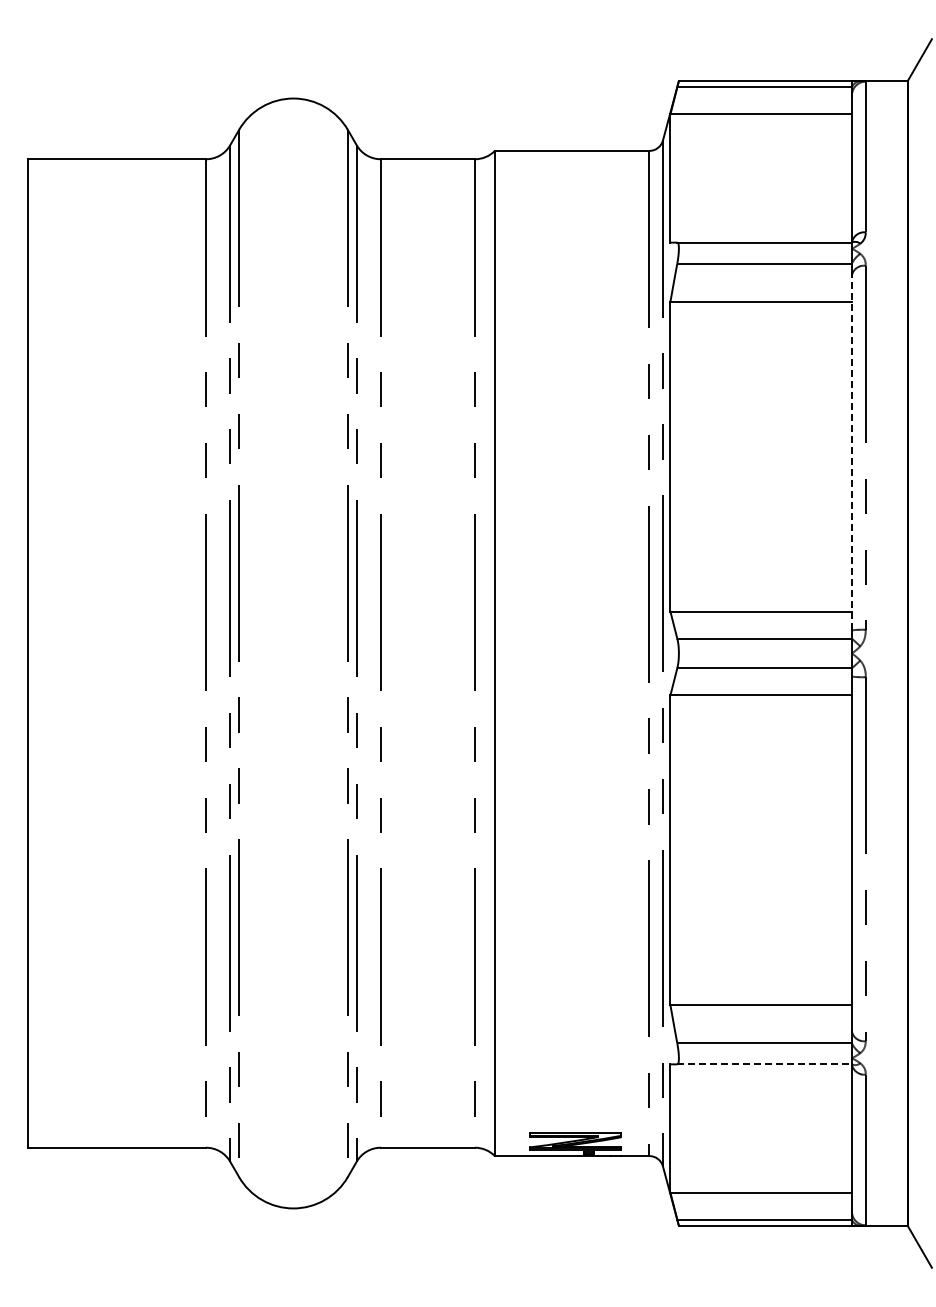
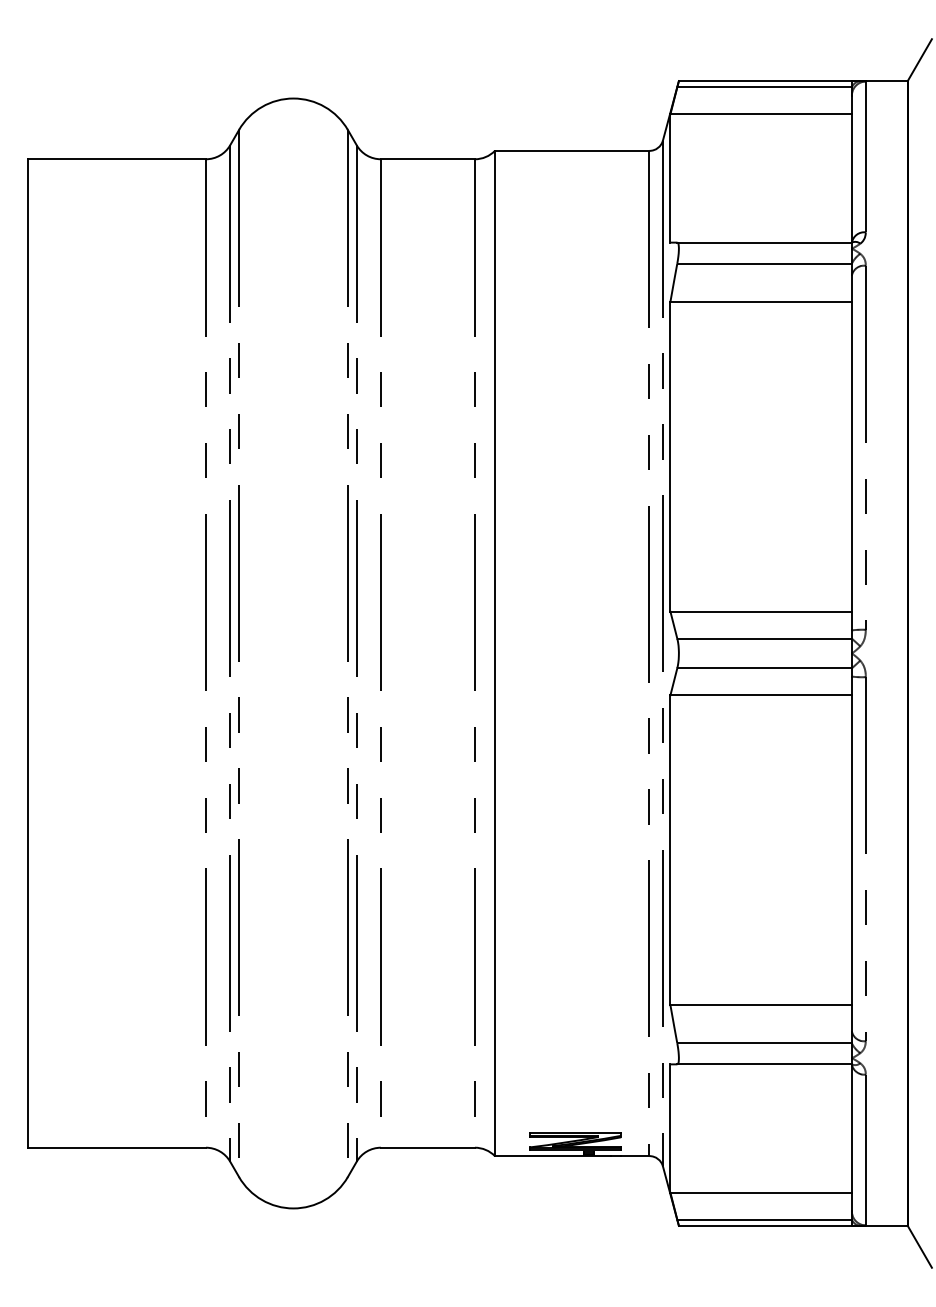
line at (851, 452): dashed -> solid
line at (765, 1064): dashed -> solid
